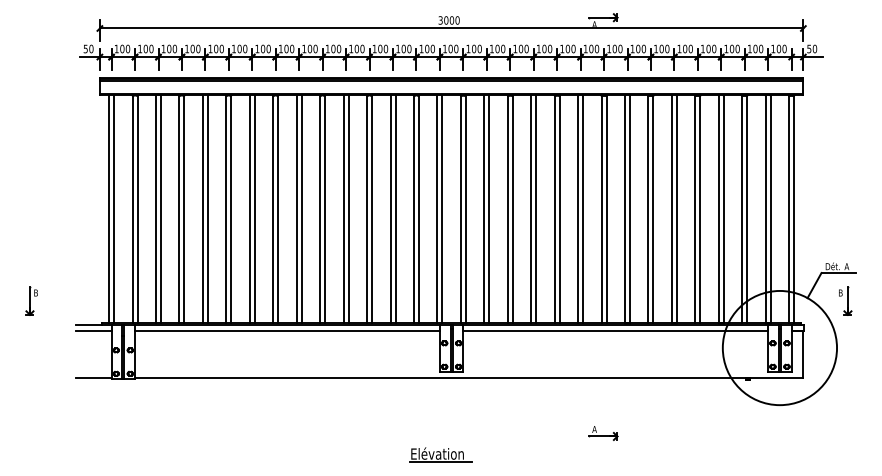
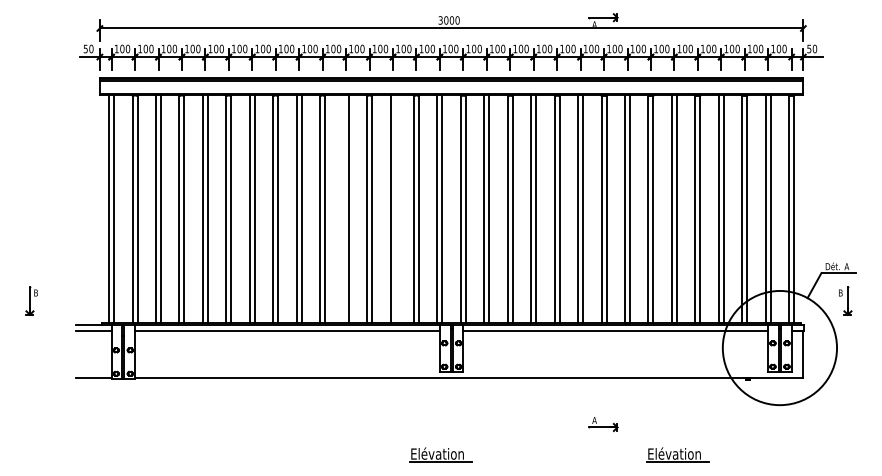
line at (343, 209): present -> none
line at (395, 209): present -> none
part at (603, 433) position: (603, 433) -> (603, 424)
part at (677, 454): none -> present
